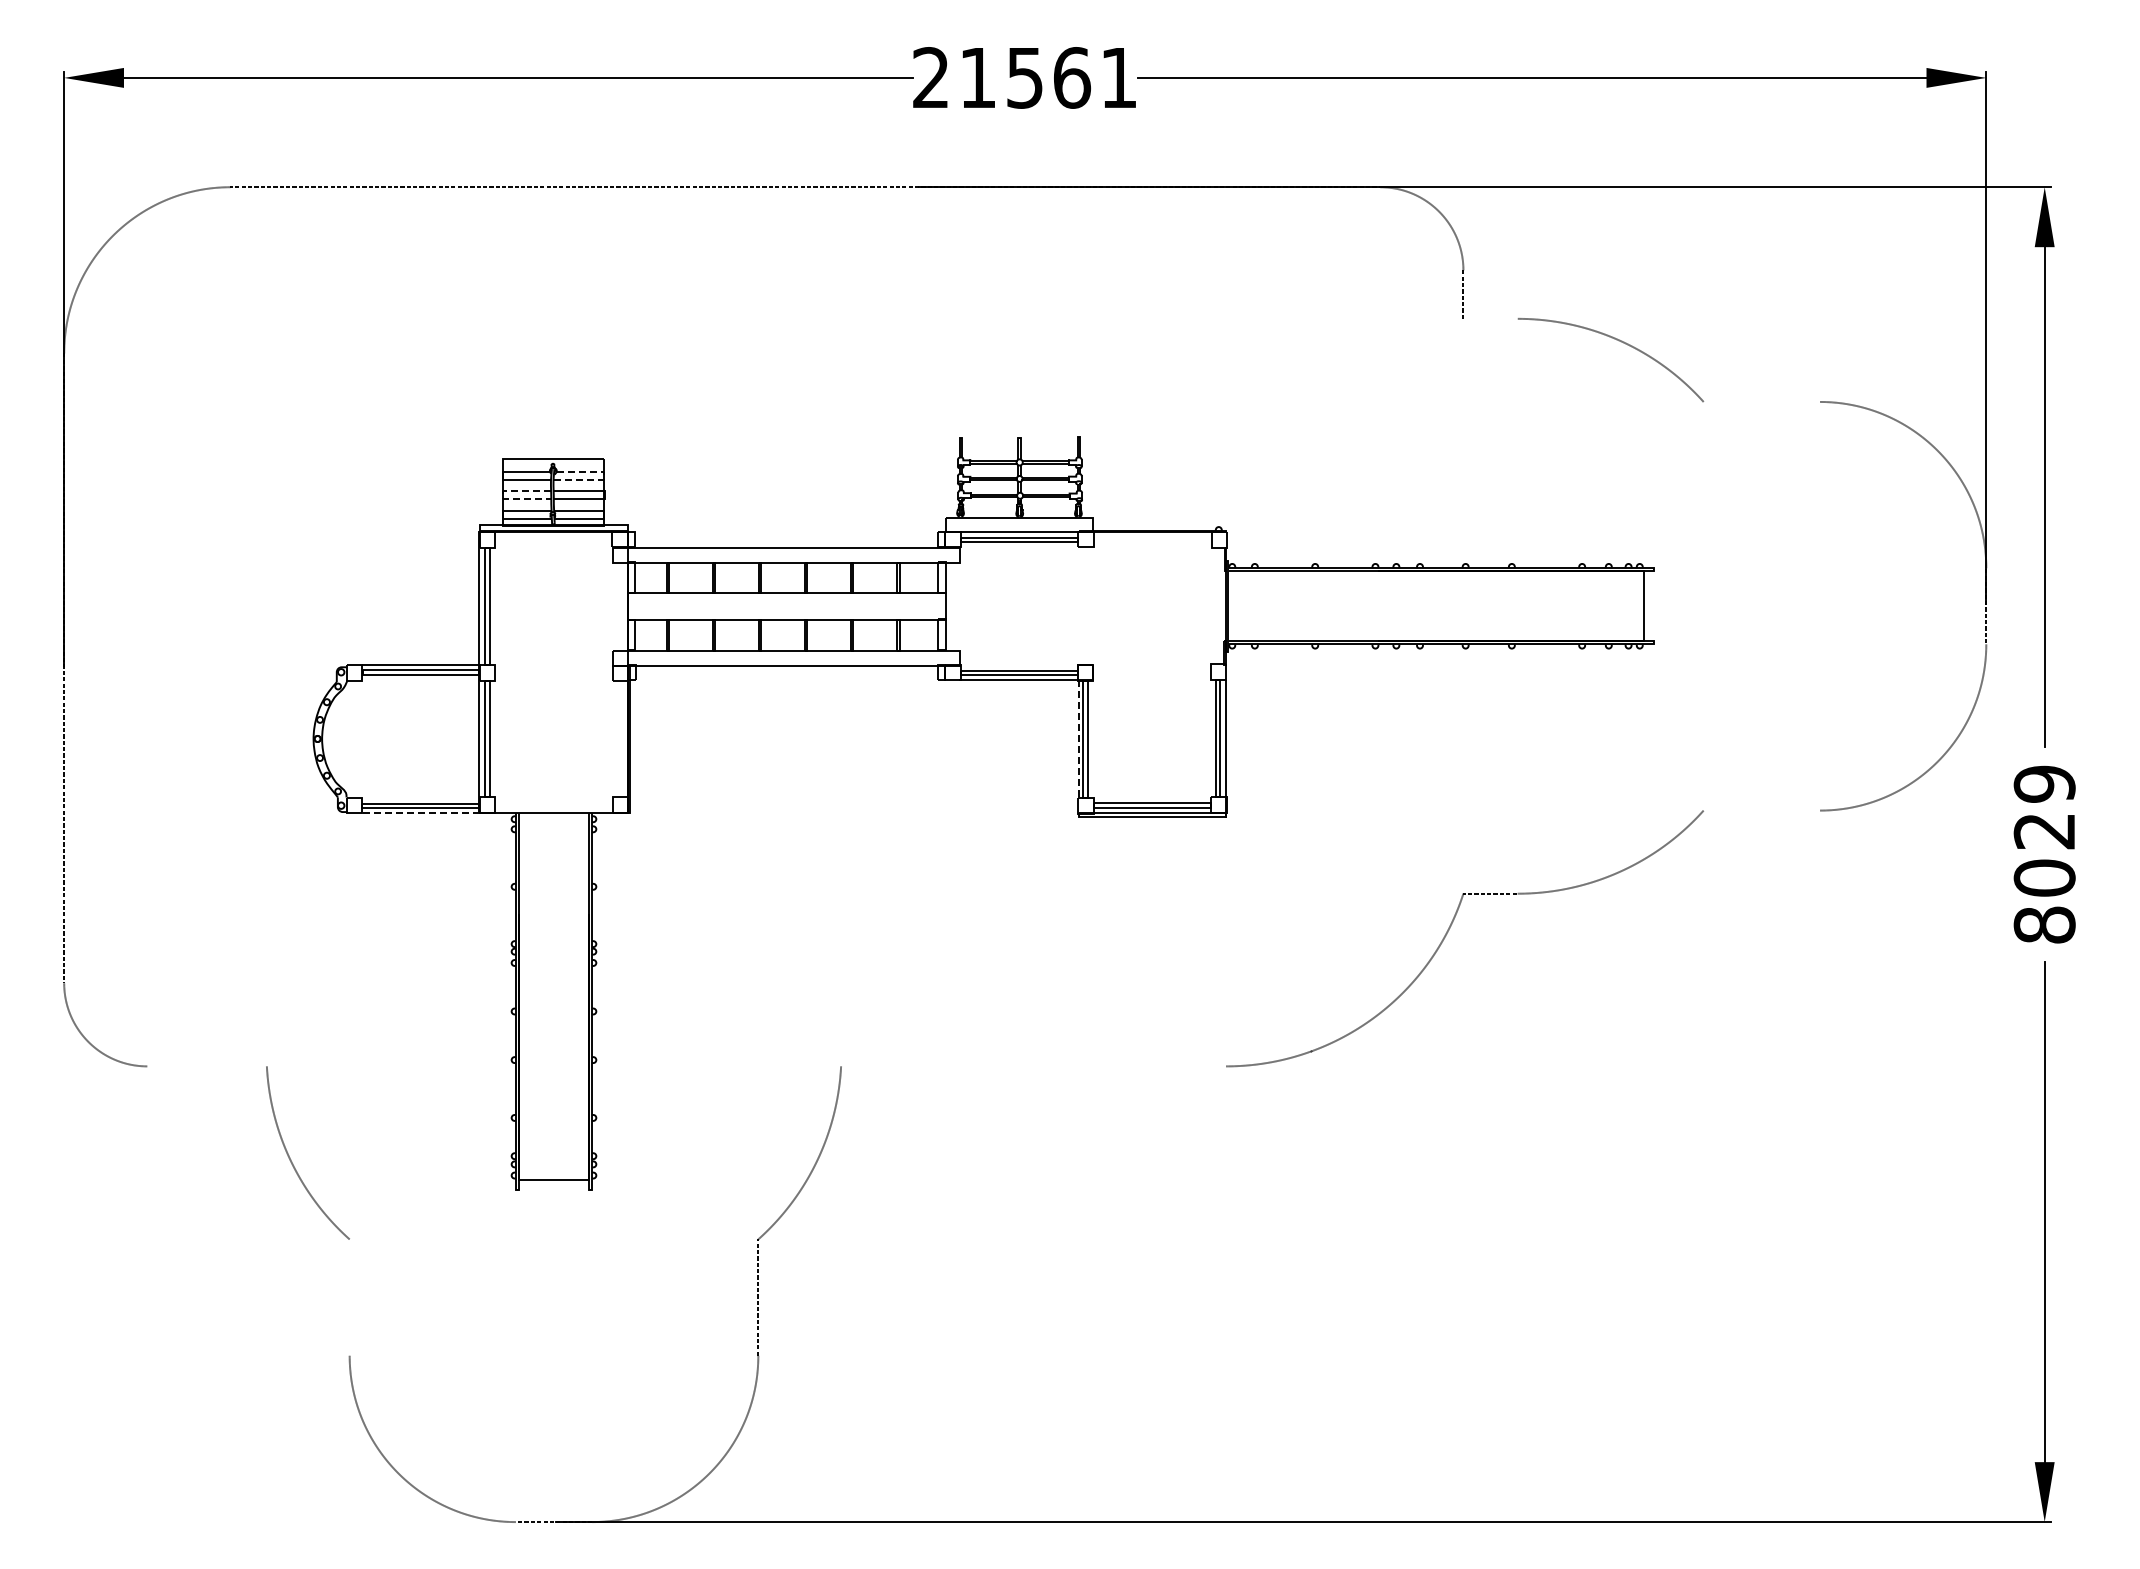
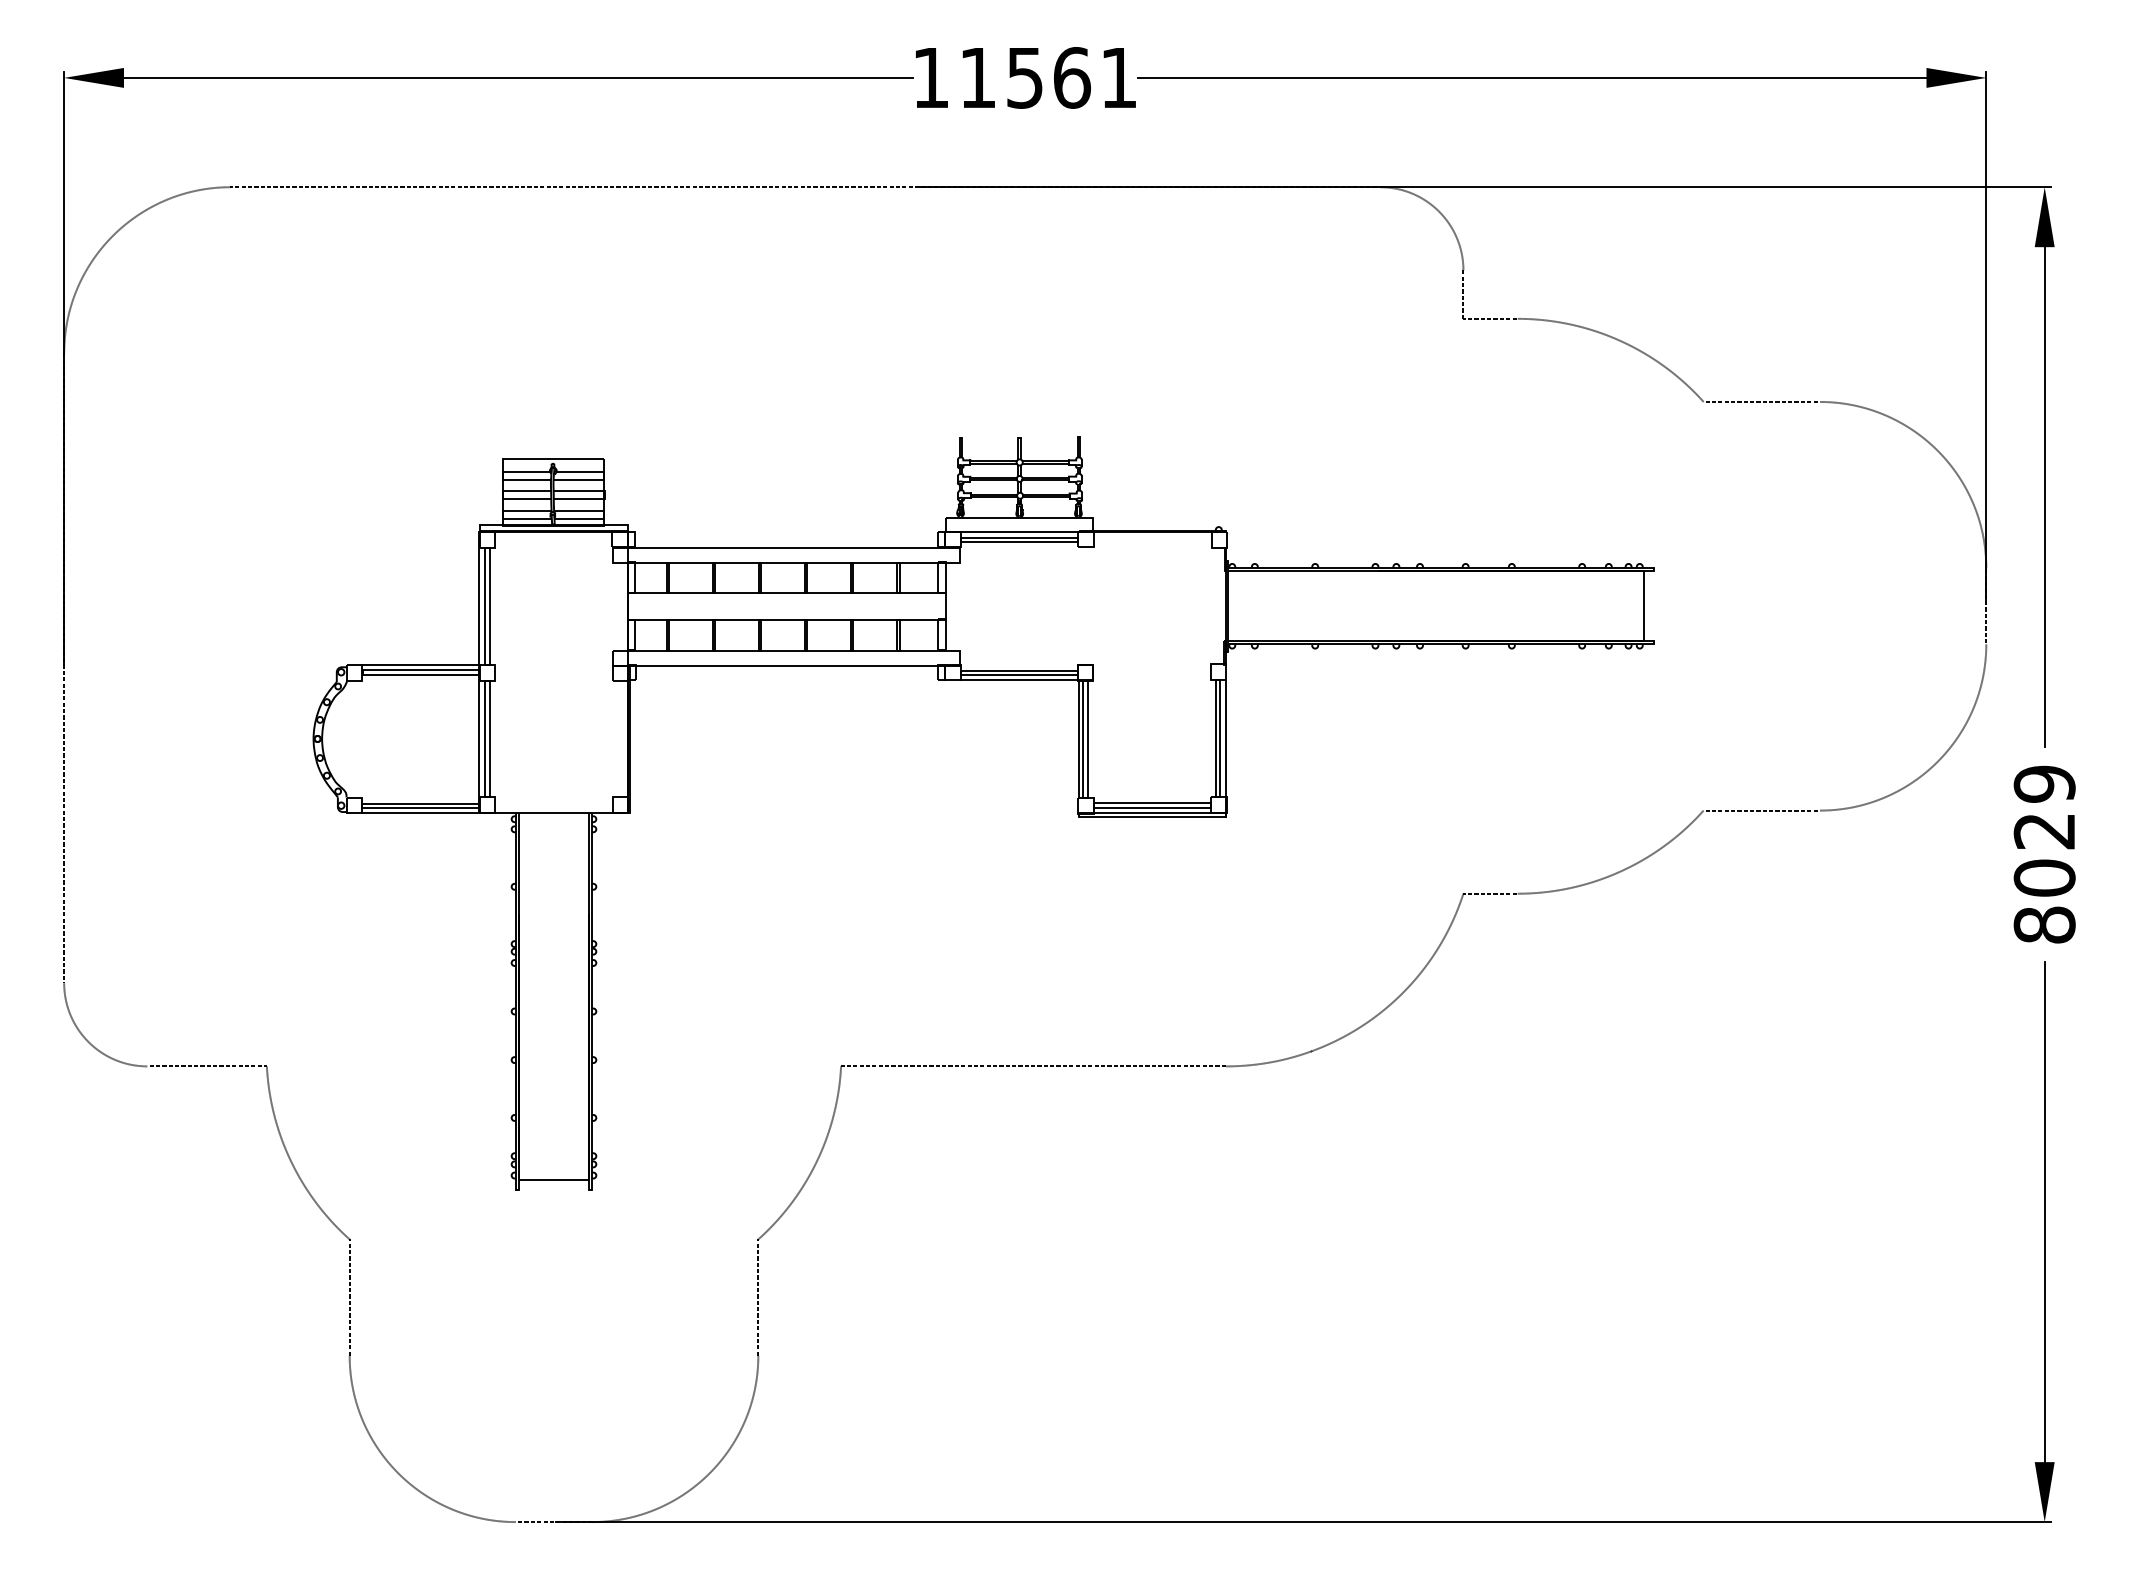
text at (930, 77): 21561 -> 11561
line at (1490, 318): none -> present
line at (1761, 401): none -> present
line at (604, 477): dashed -> solid
line at (502, 495): dashed -> solid
line at (1078, 739): dashed -> solid
line at (1761, 810): none -> present
line at (421, 813): dashed -> solid
line at (206, 1066): none -> present
line at (1033, 1066): none -> present
line at (349, 1297): none -> present
